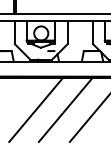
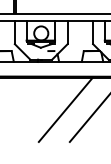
line at (35, 109): present -> none
